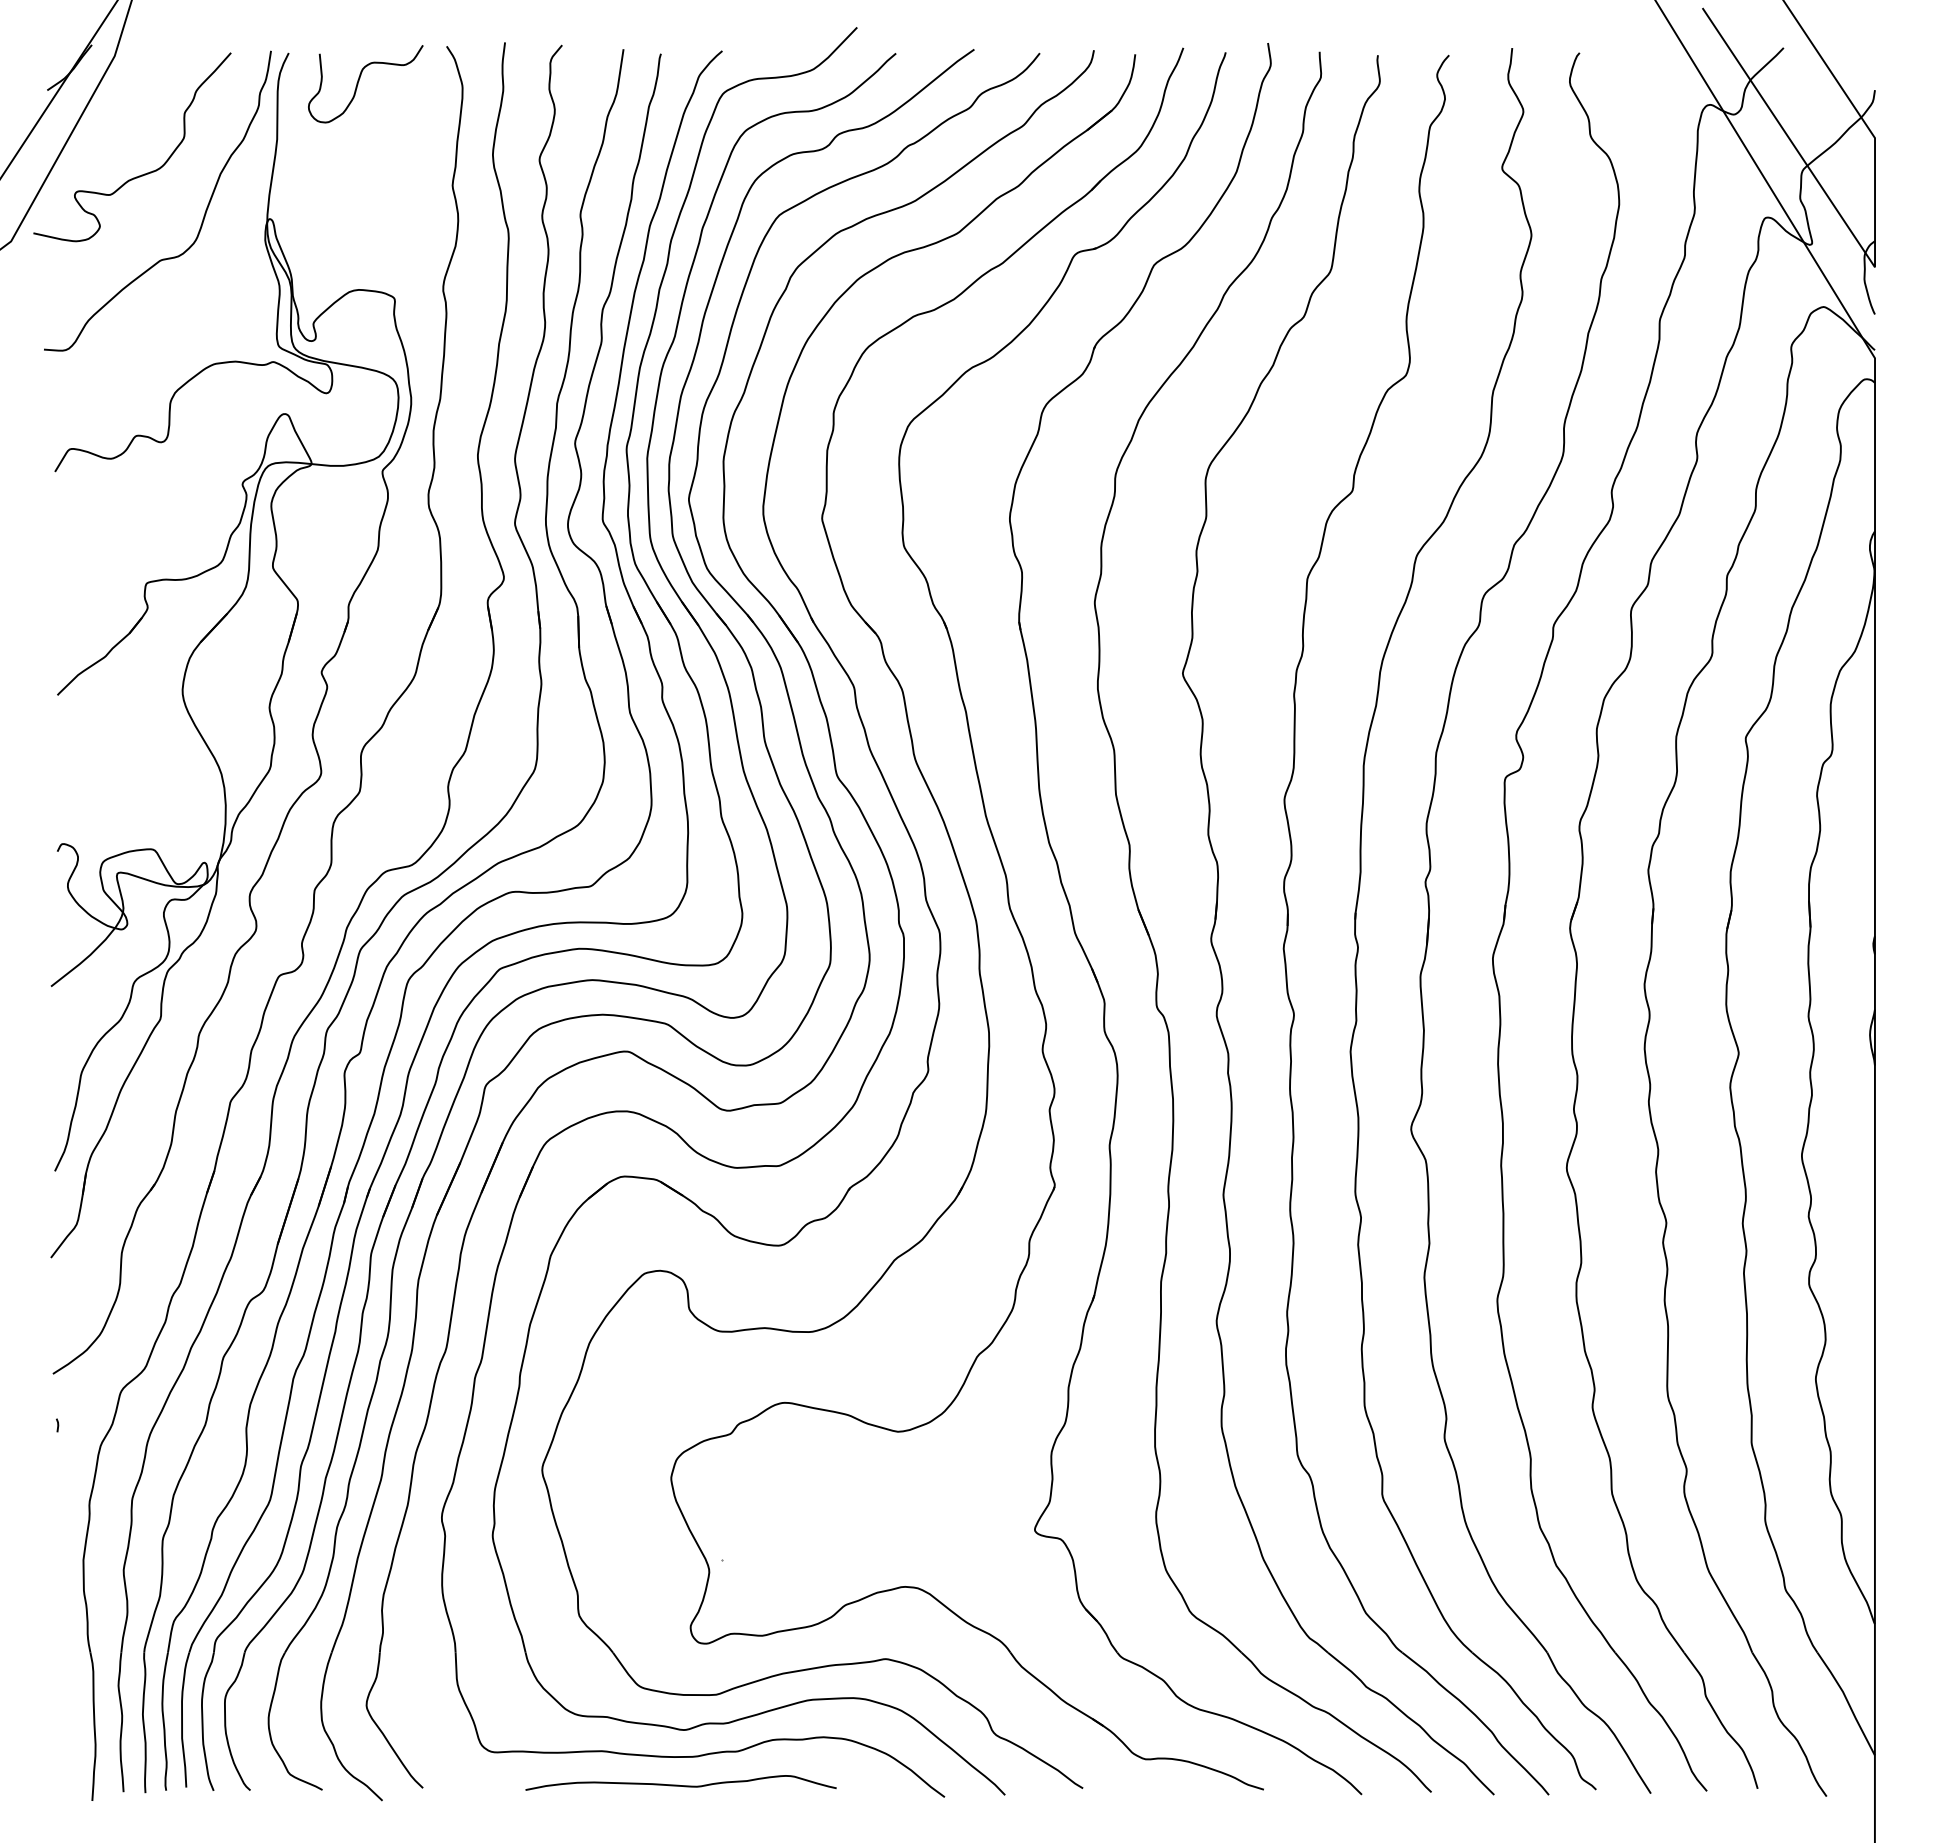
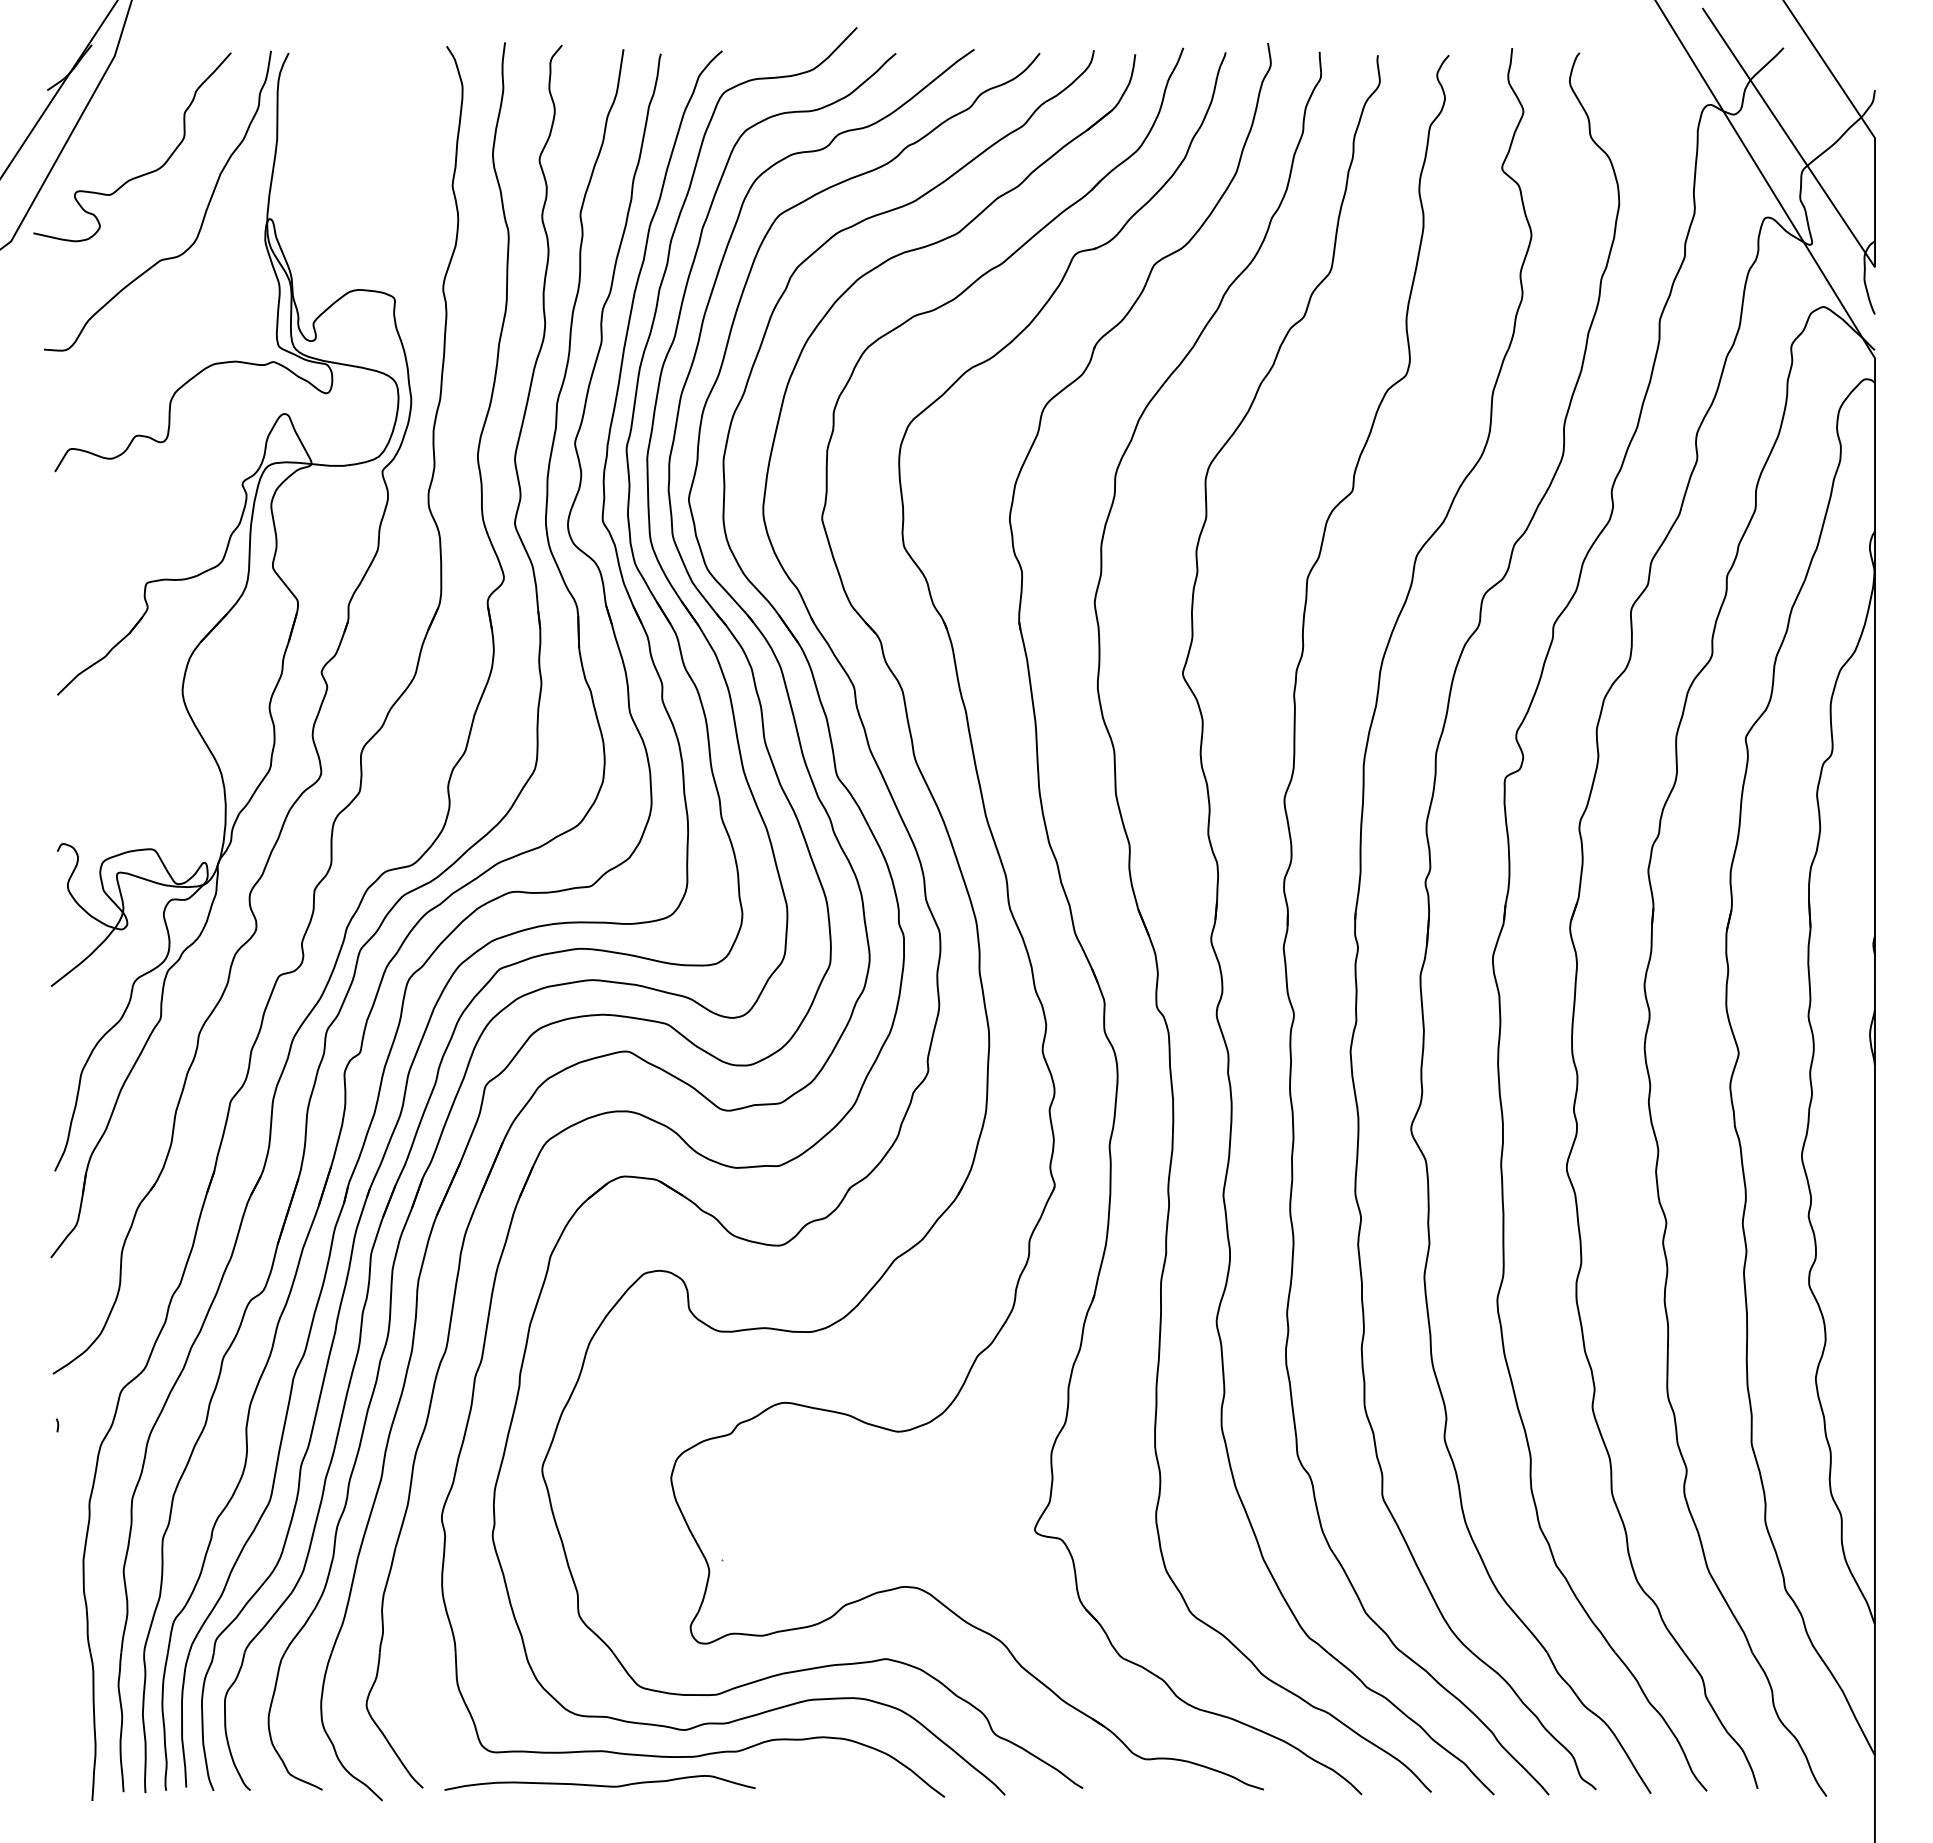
curve at (359, 81): present -> none
curve at (678, 1784) position: (678, 1784) -> (597, 1784)
